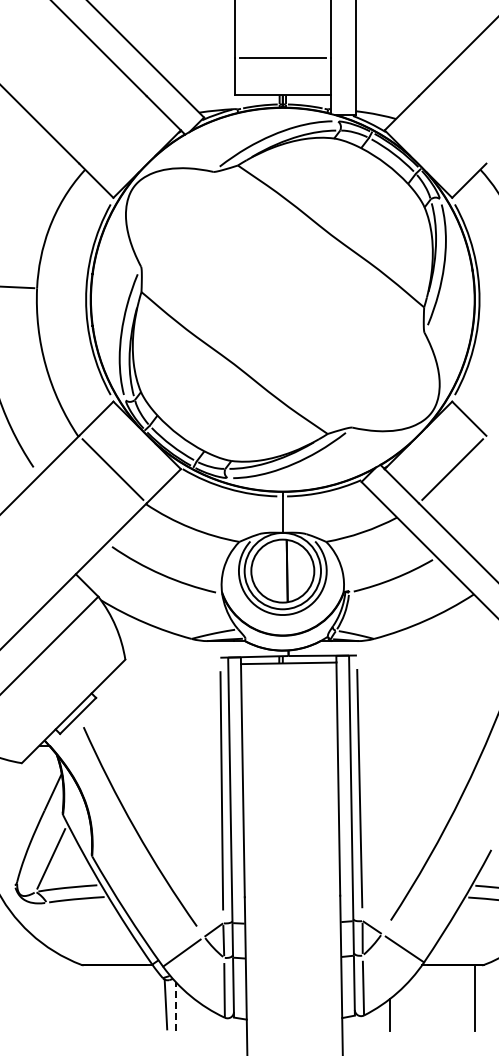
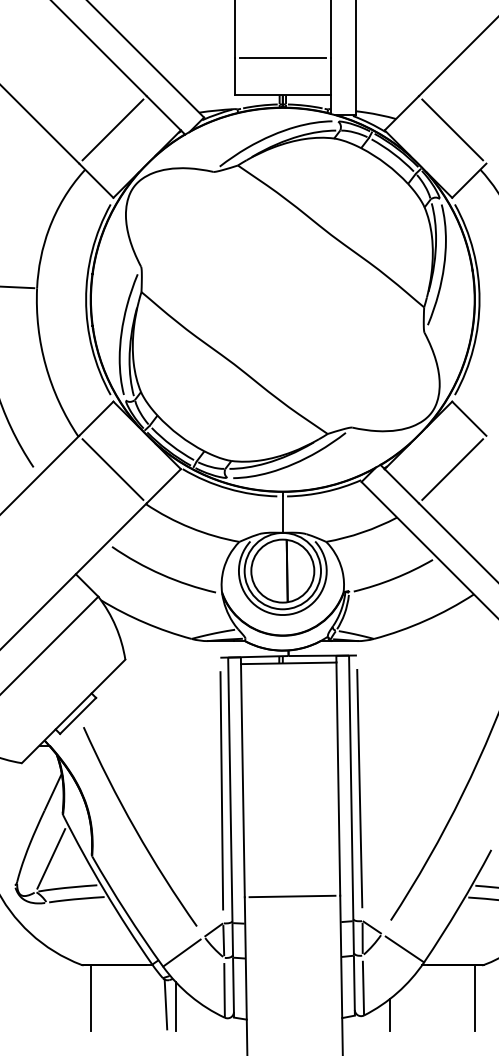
line at (112, 129): none -> present
line at (452, 129): none -> present
line at (292, 896): none -> present
line at (90, 998): none -> present
line at (175, 1006): dashed -> solid
